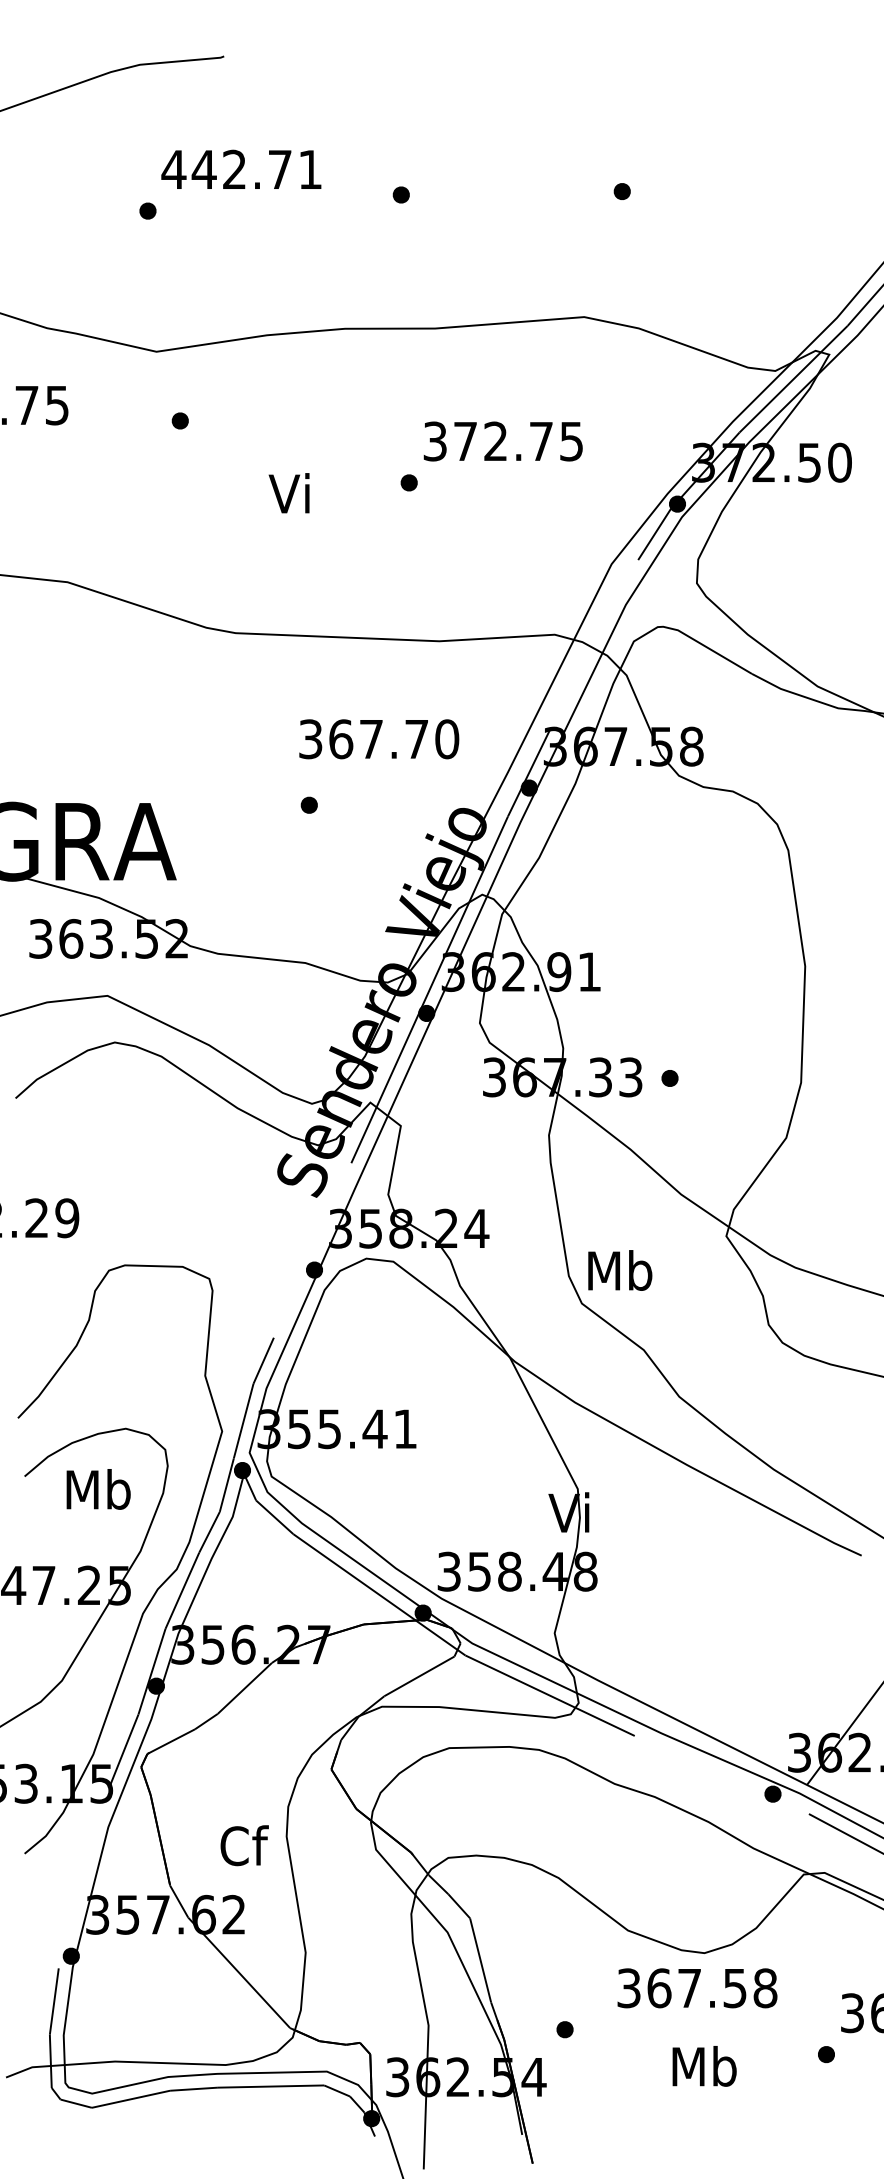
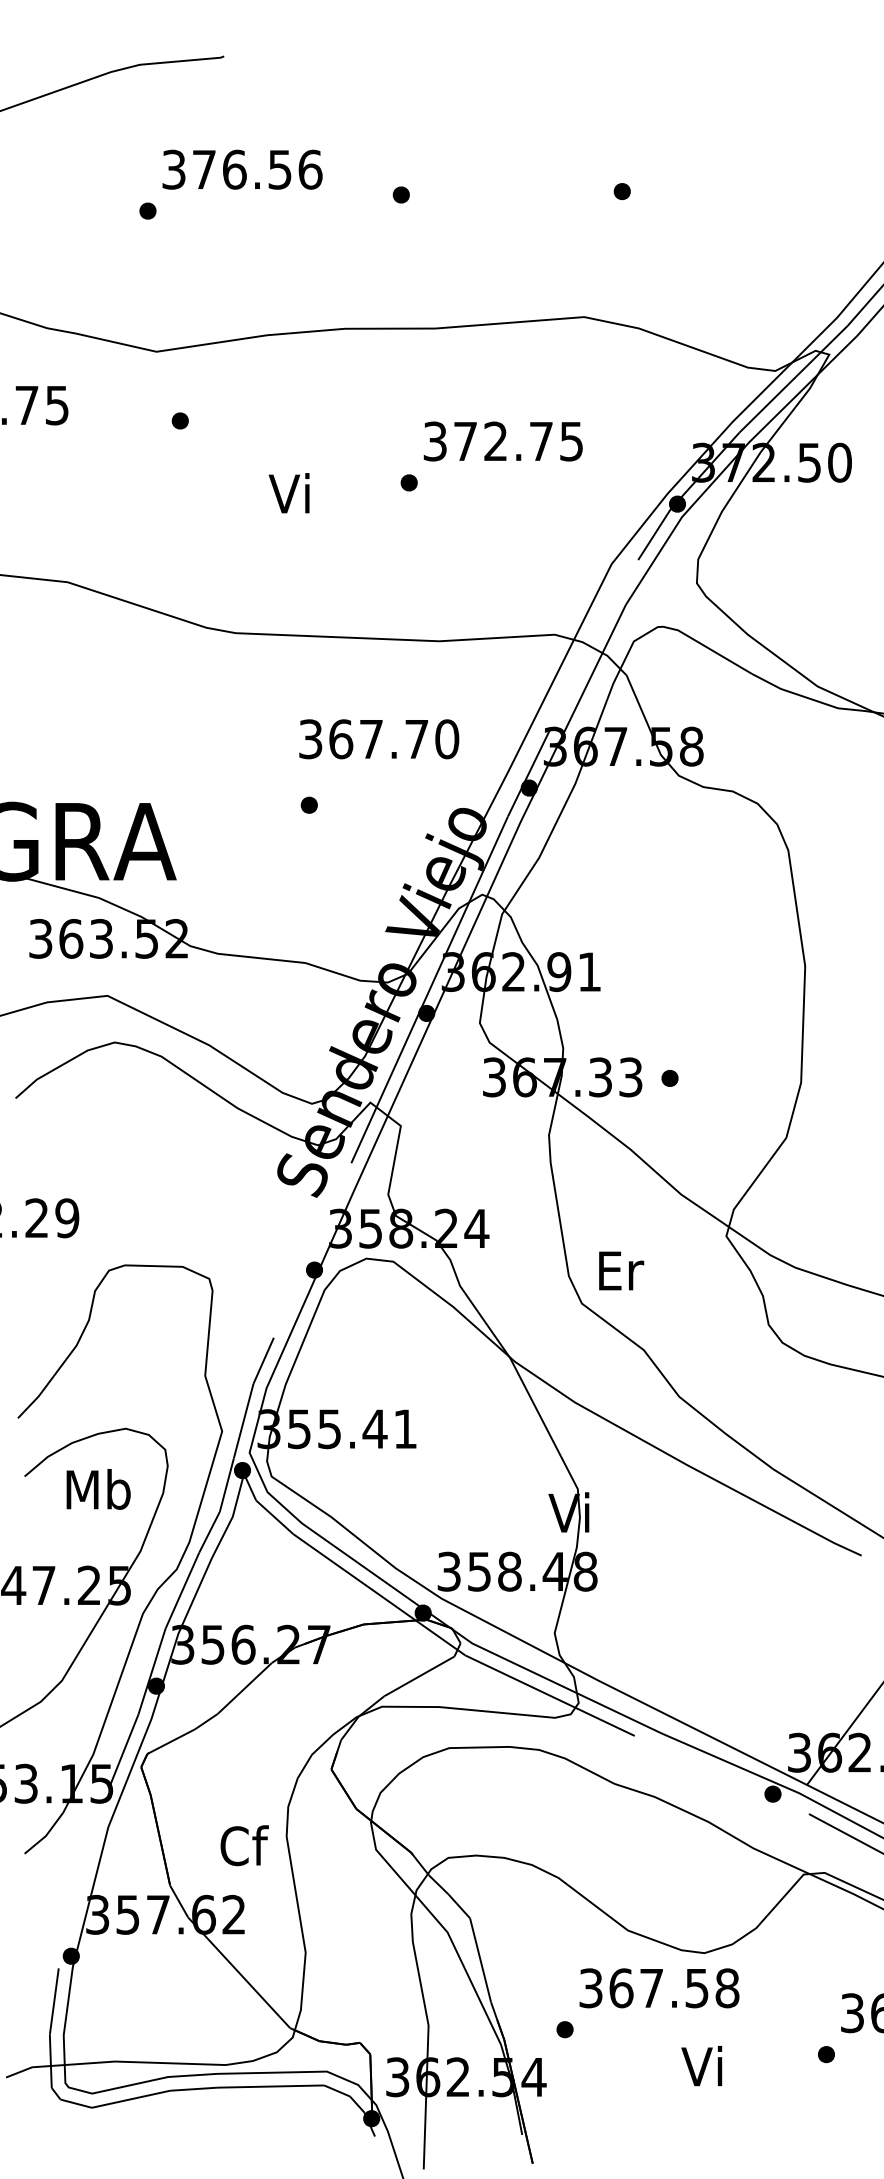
text at (241, 169): 442.71 -> 376.56
text at (620, 1270): Mb -> Er
text at (697, 1988) position: (697, 1988) -> (659, 1988)
text at (704, 2066): Mb -> Vi
